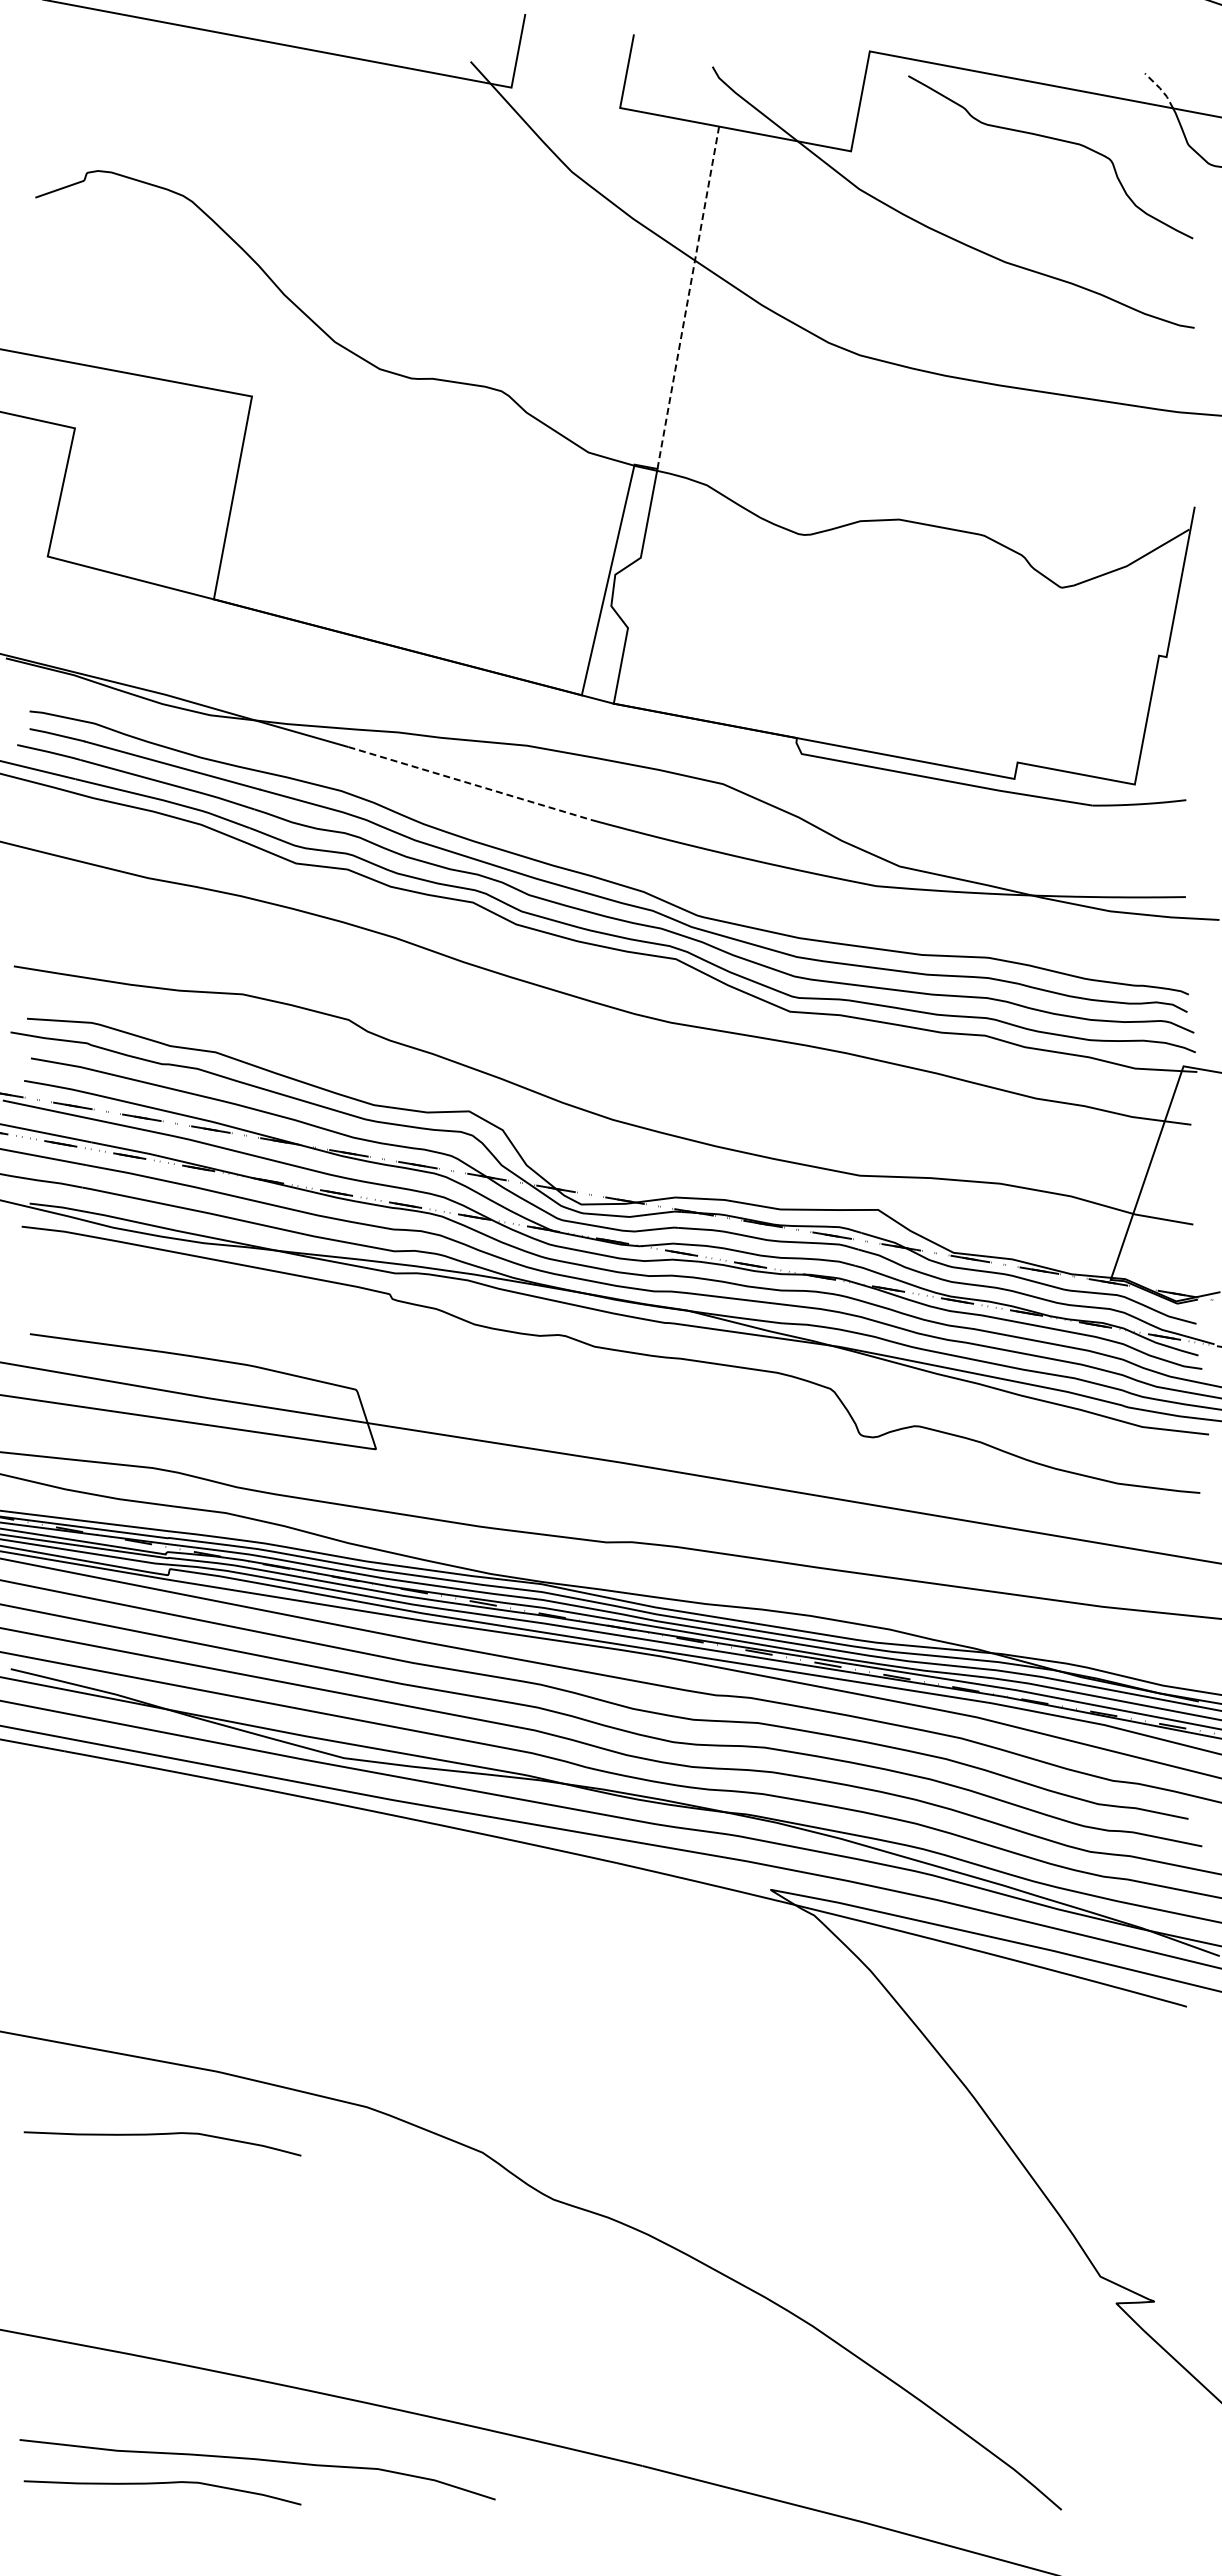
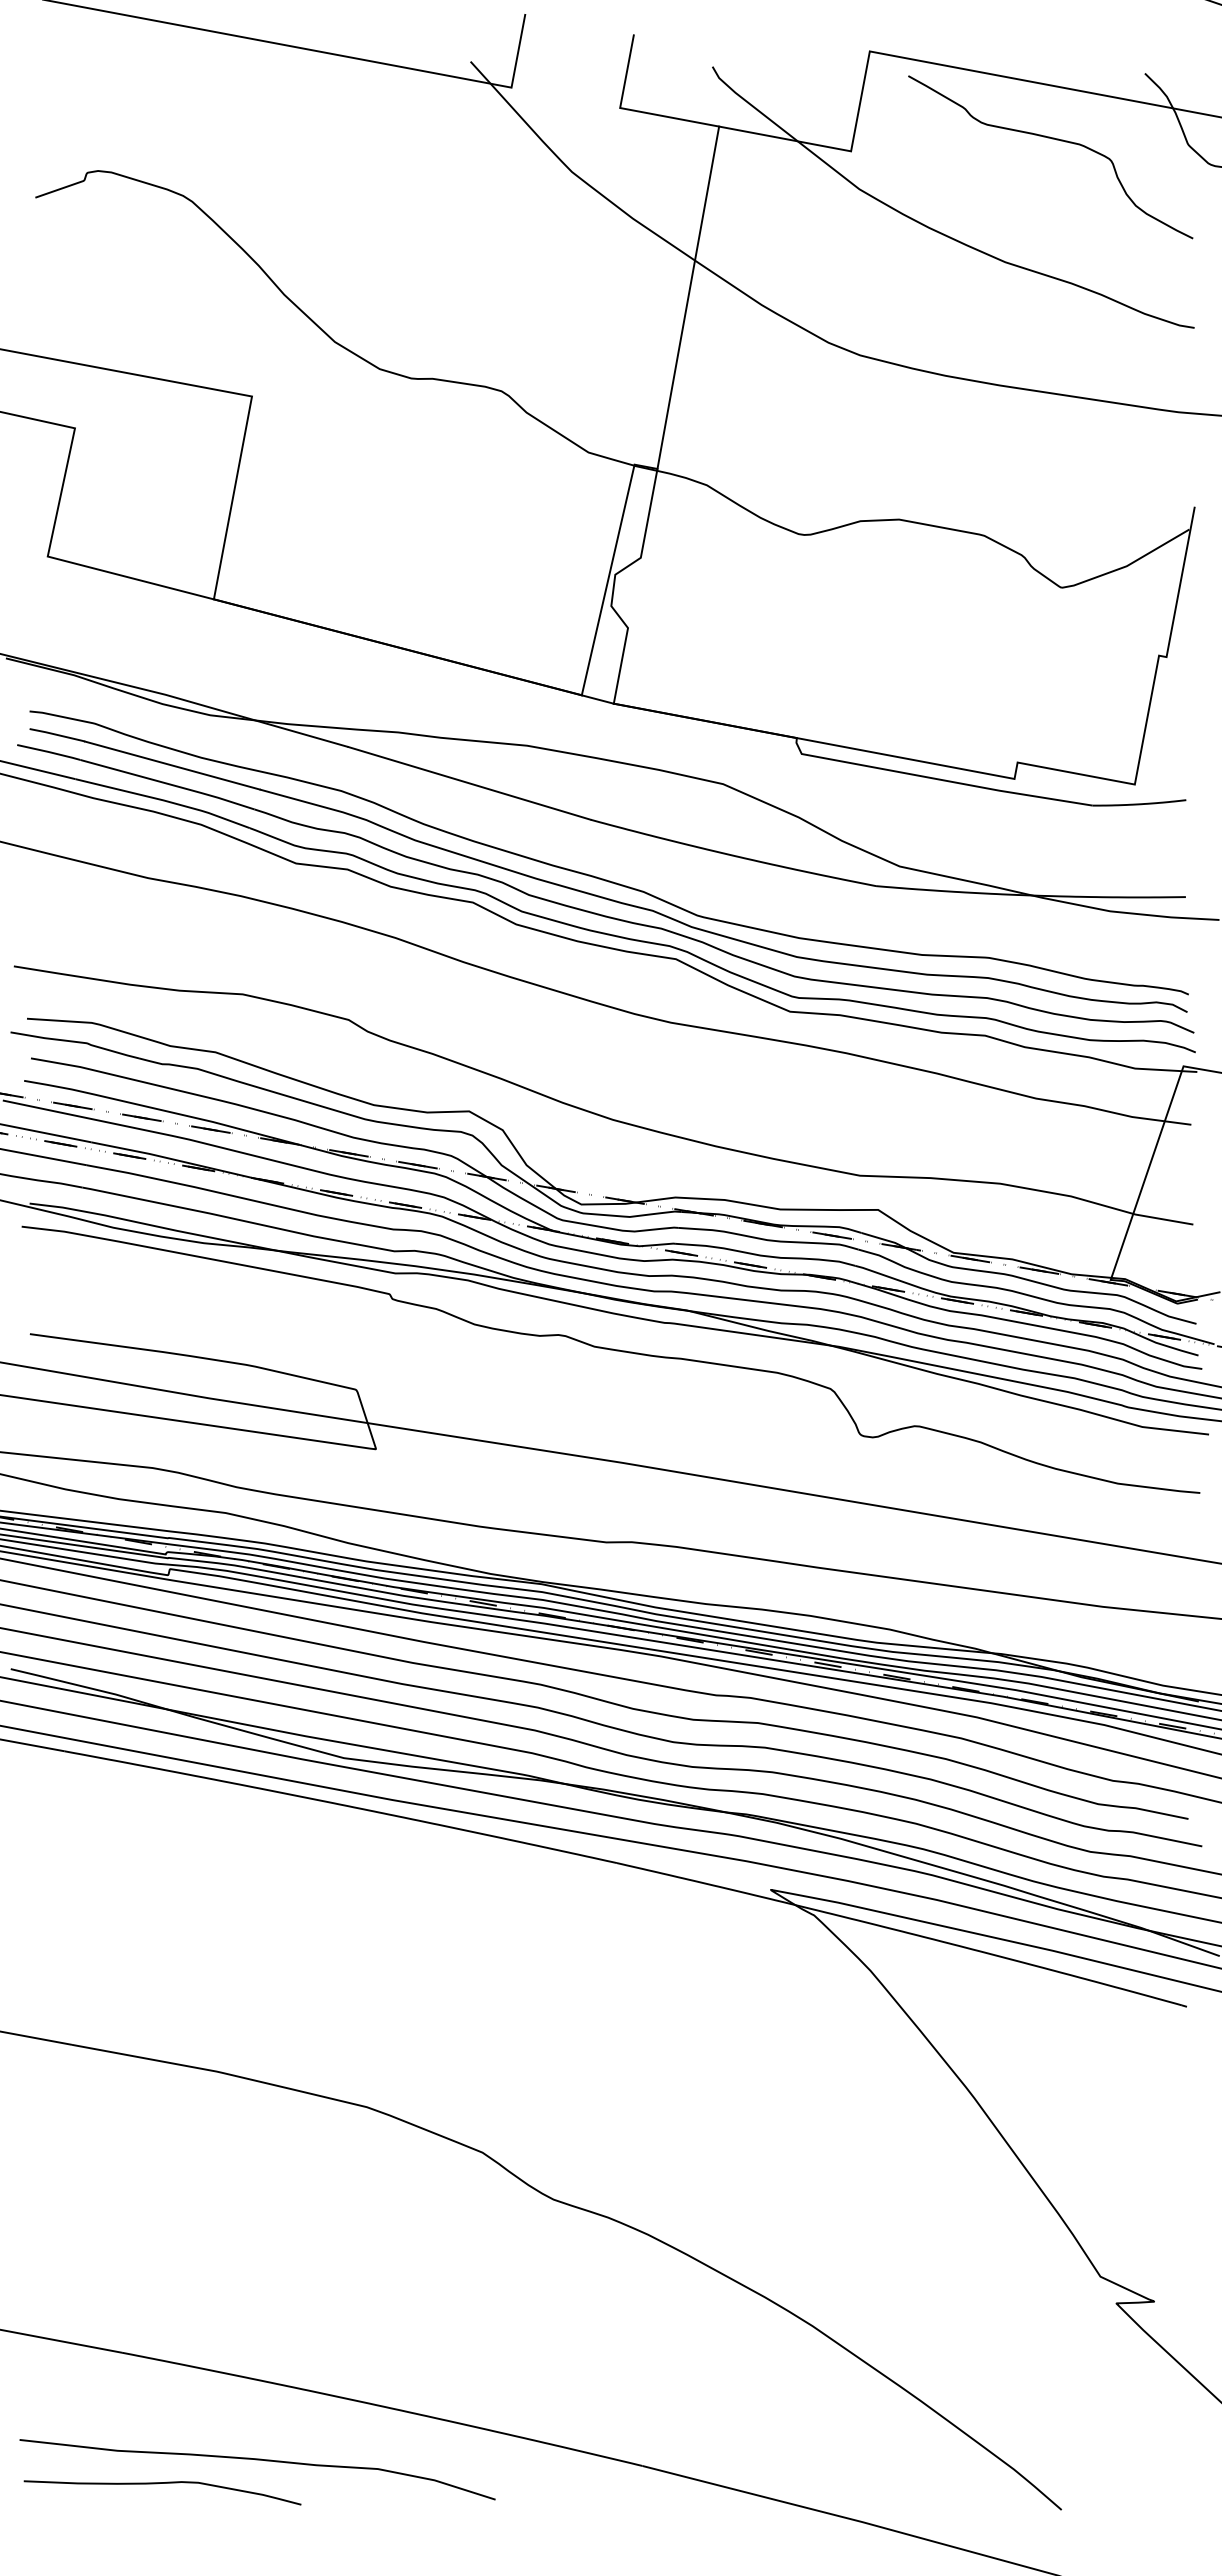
line at (1161, 89): dashed -> solid
line at (688, 297): dashed -> solid
line at (469, 783): dashed -> solid
curve at (162, 2134): present -> none
